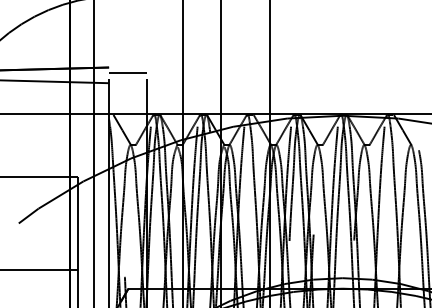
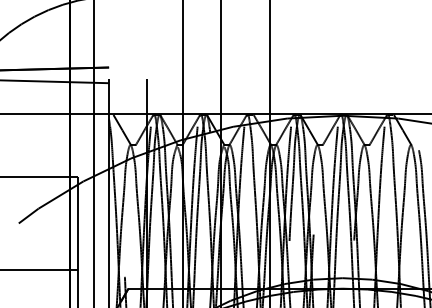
line at (128, 72): present -> none
